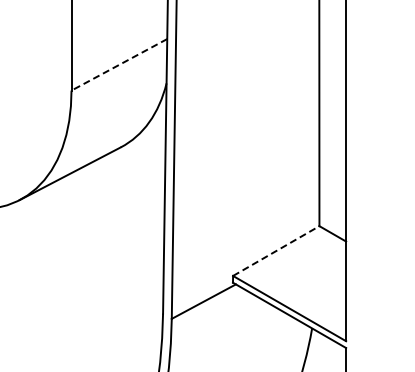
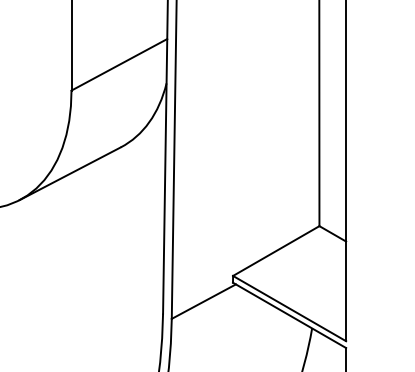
line at (118, 65): dashed -> solid
line at (276, 251): dashed -> solid
